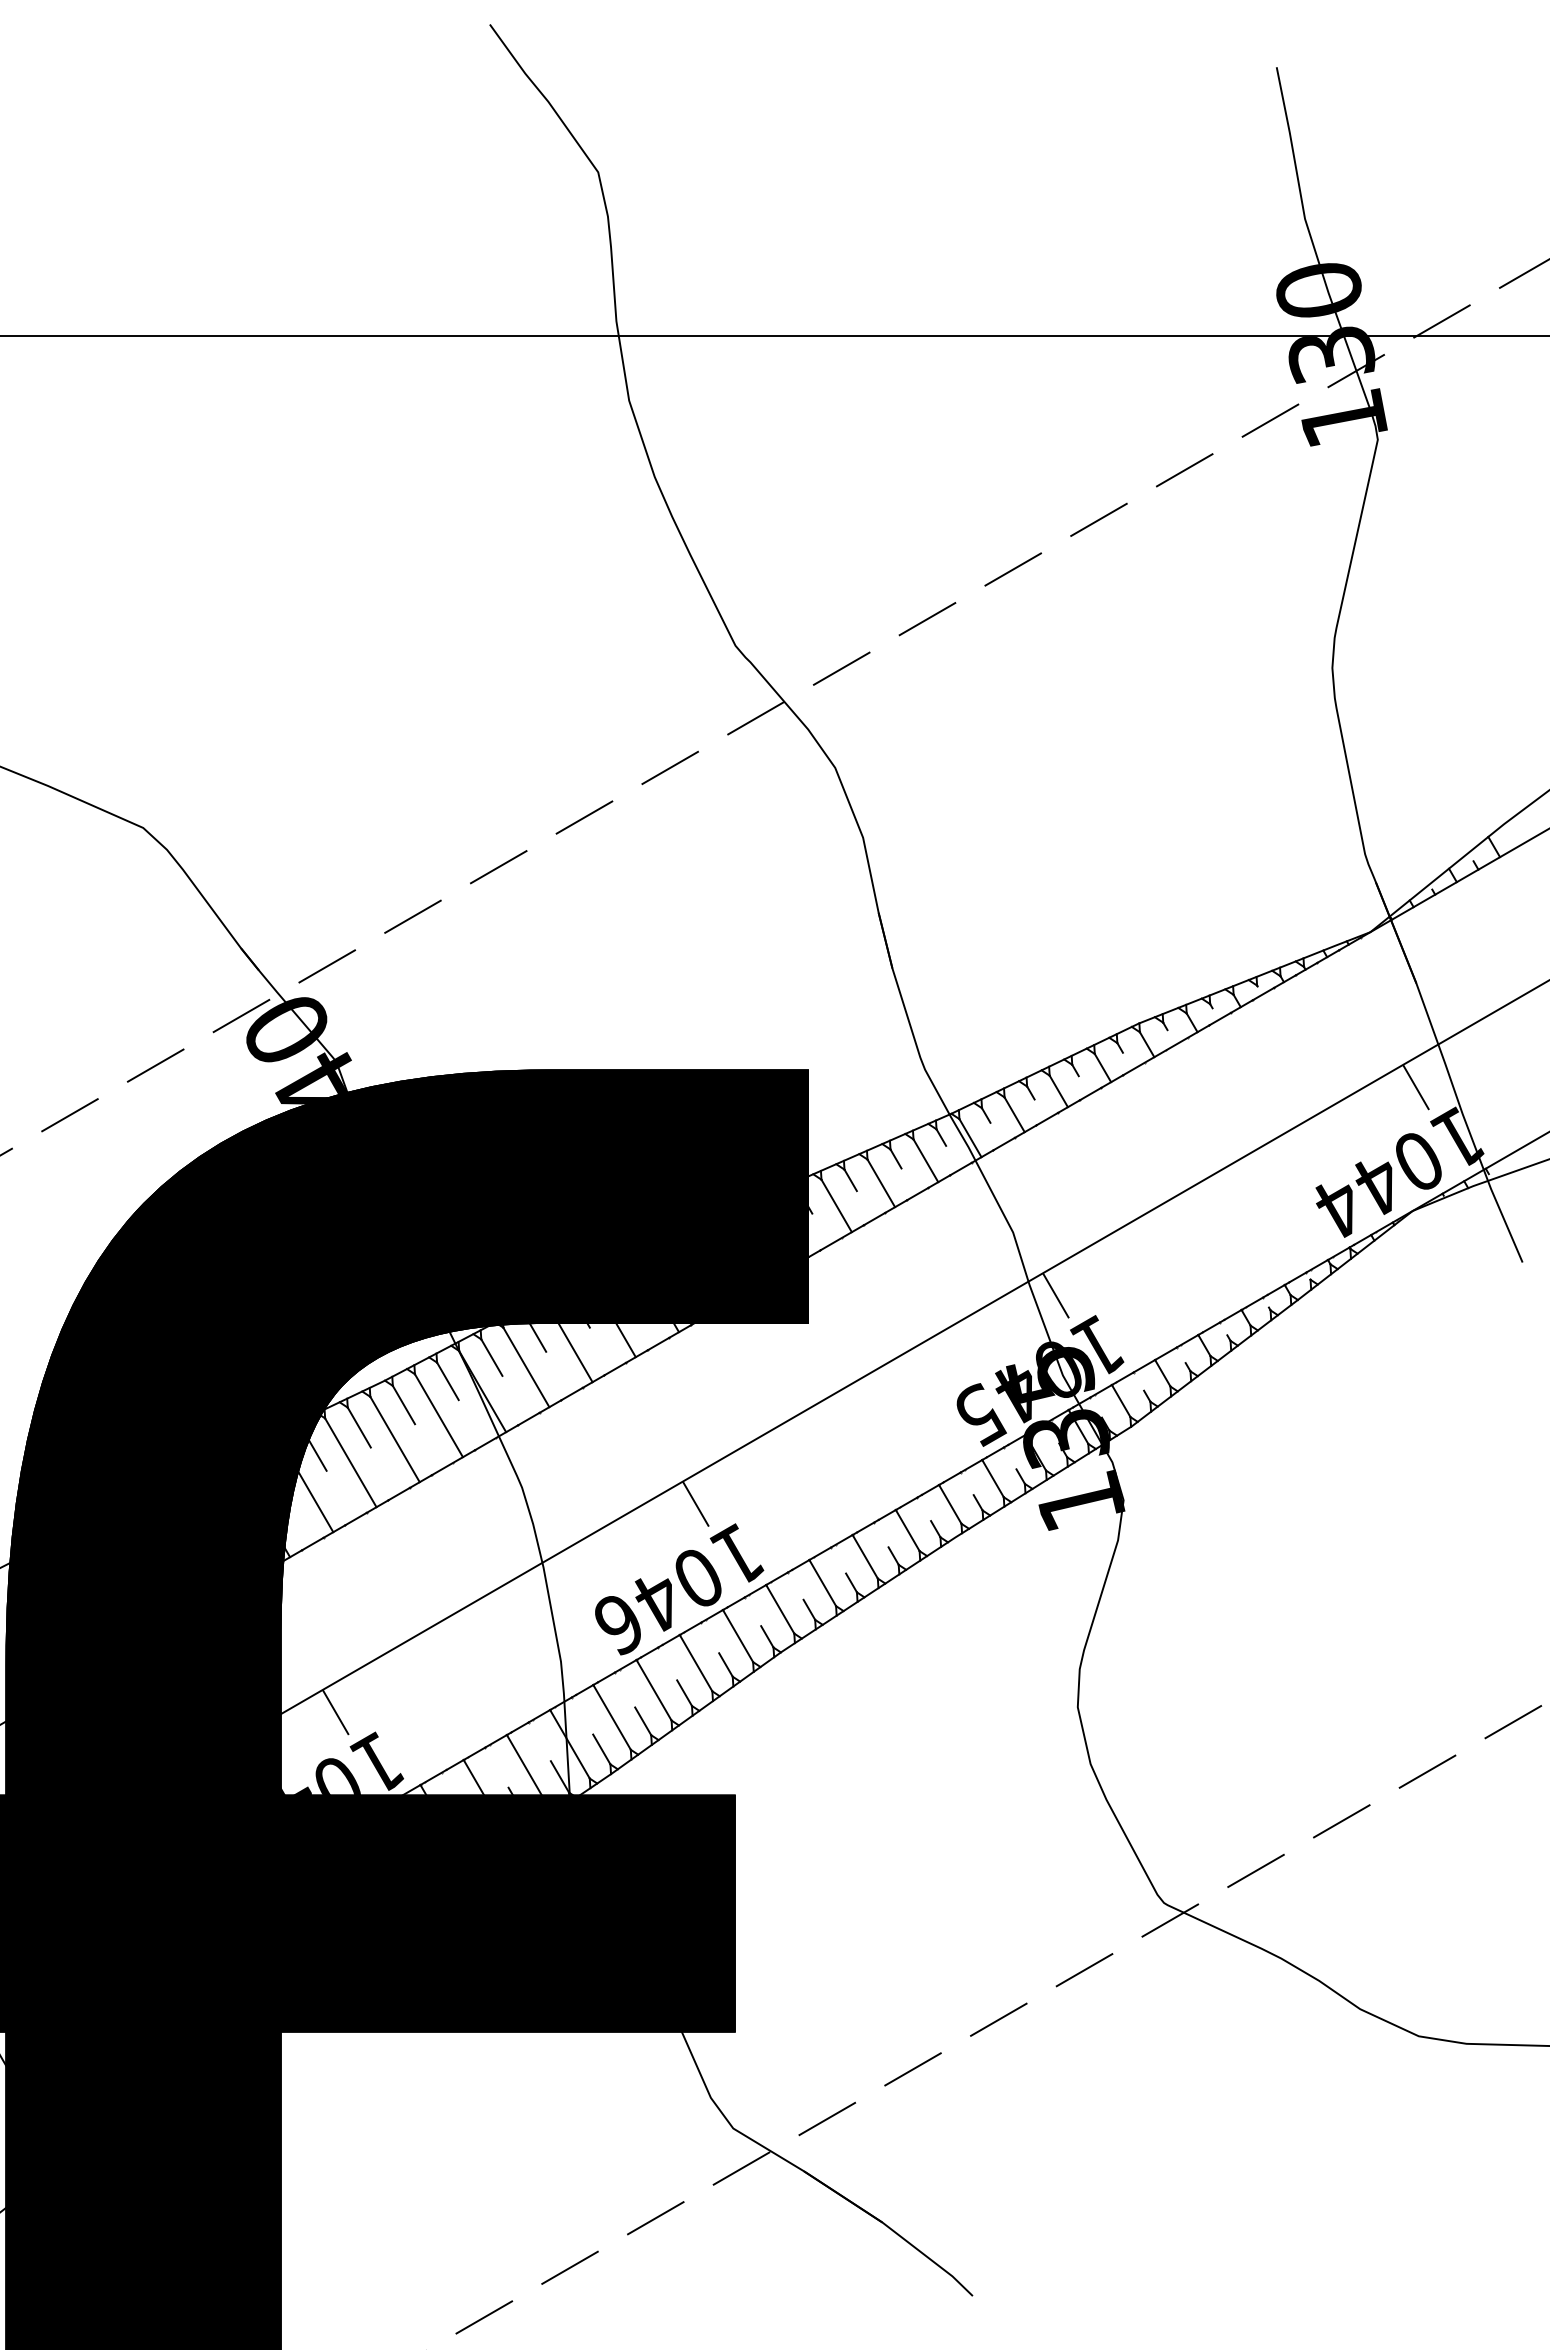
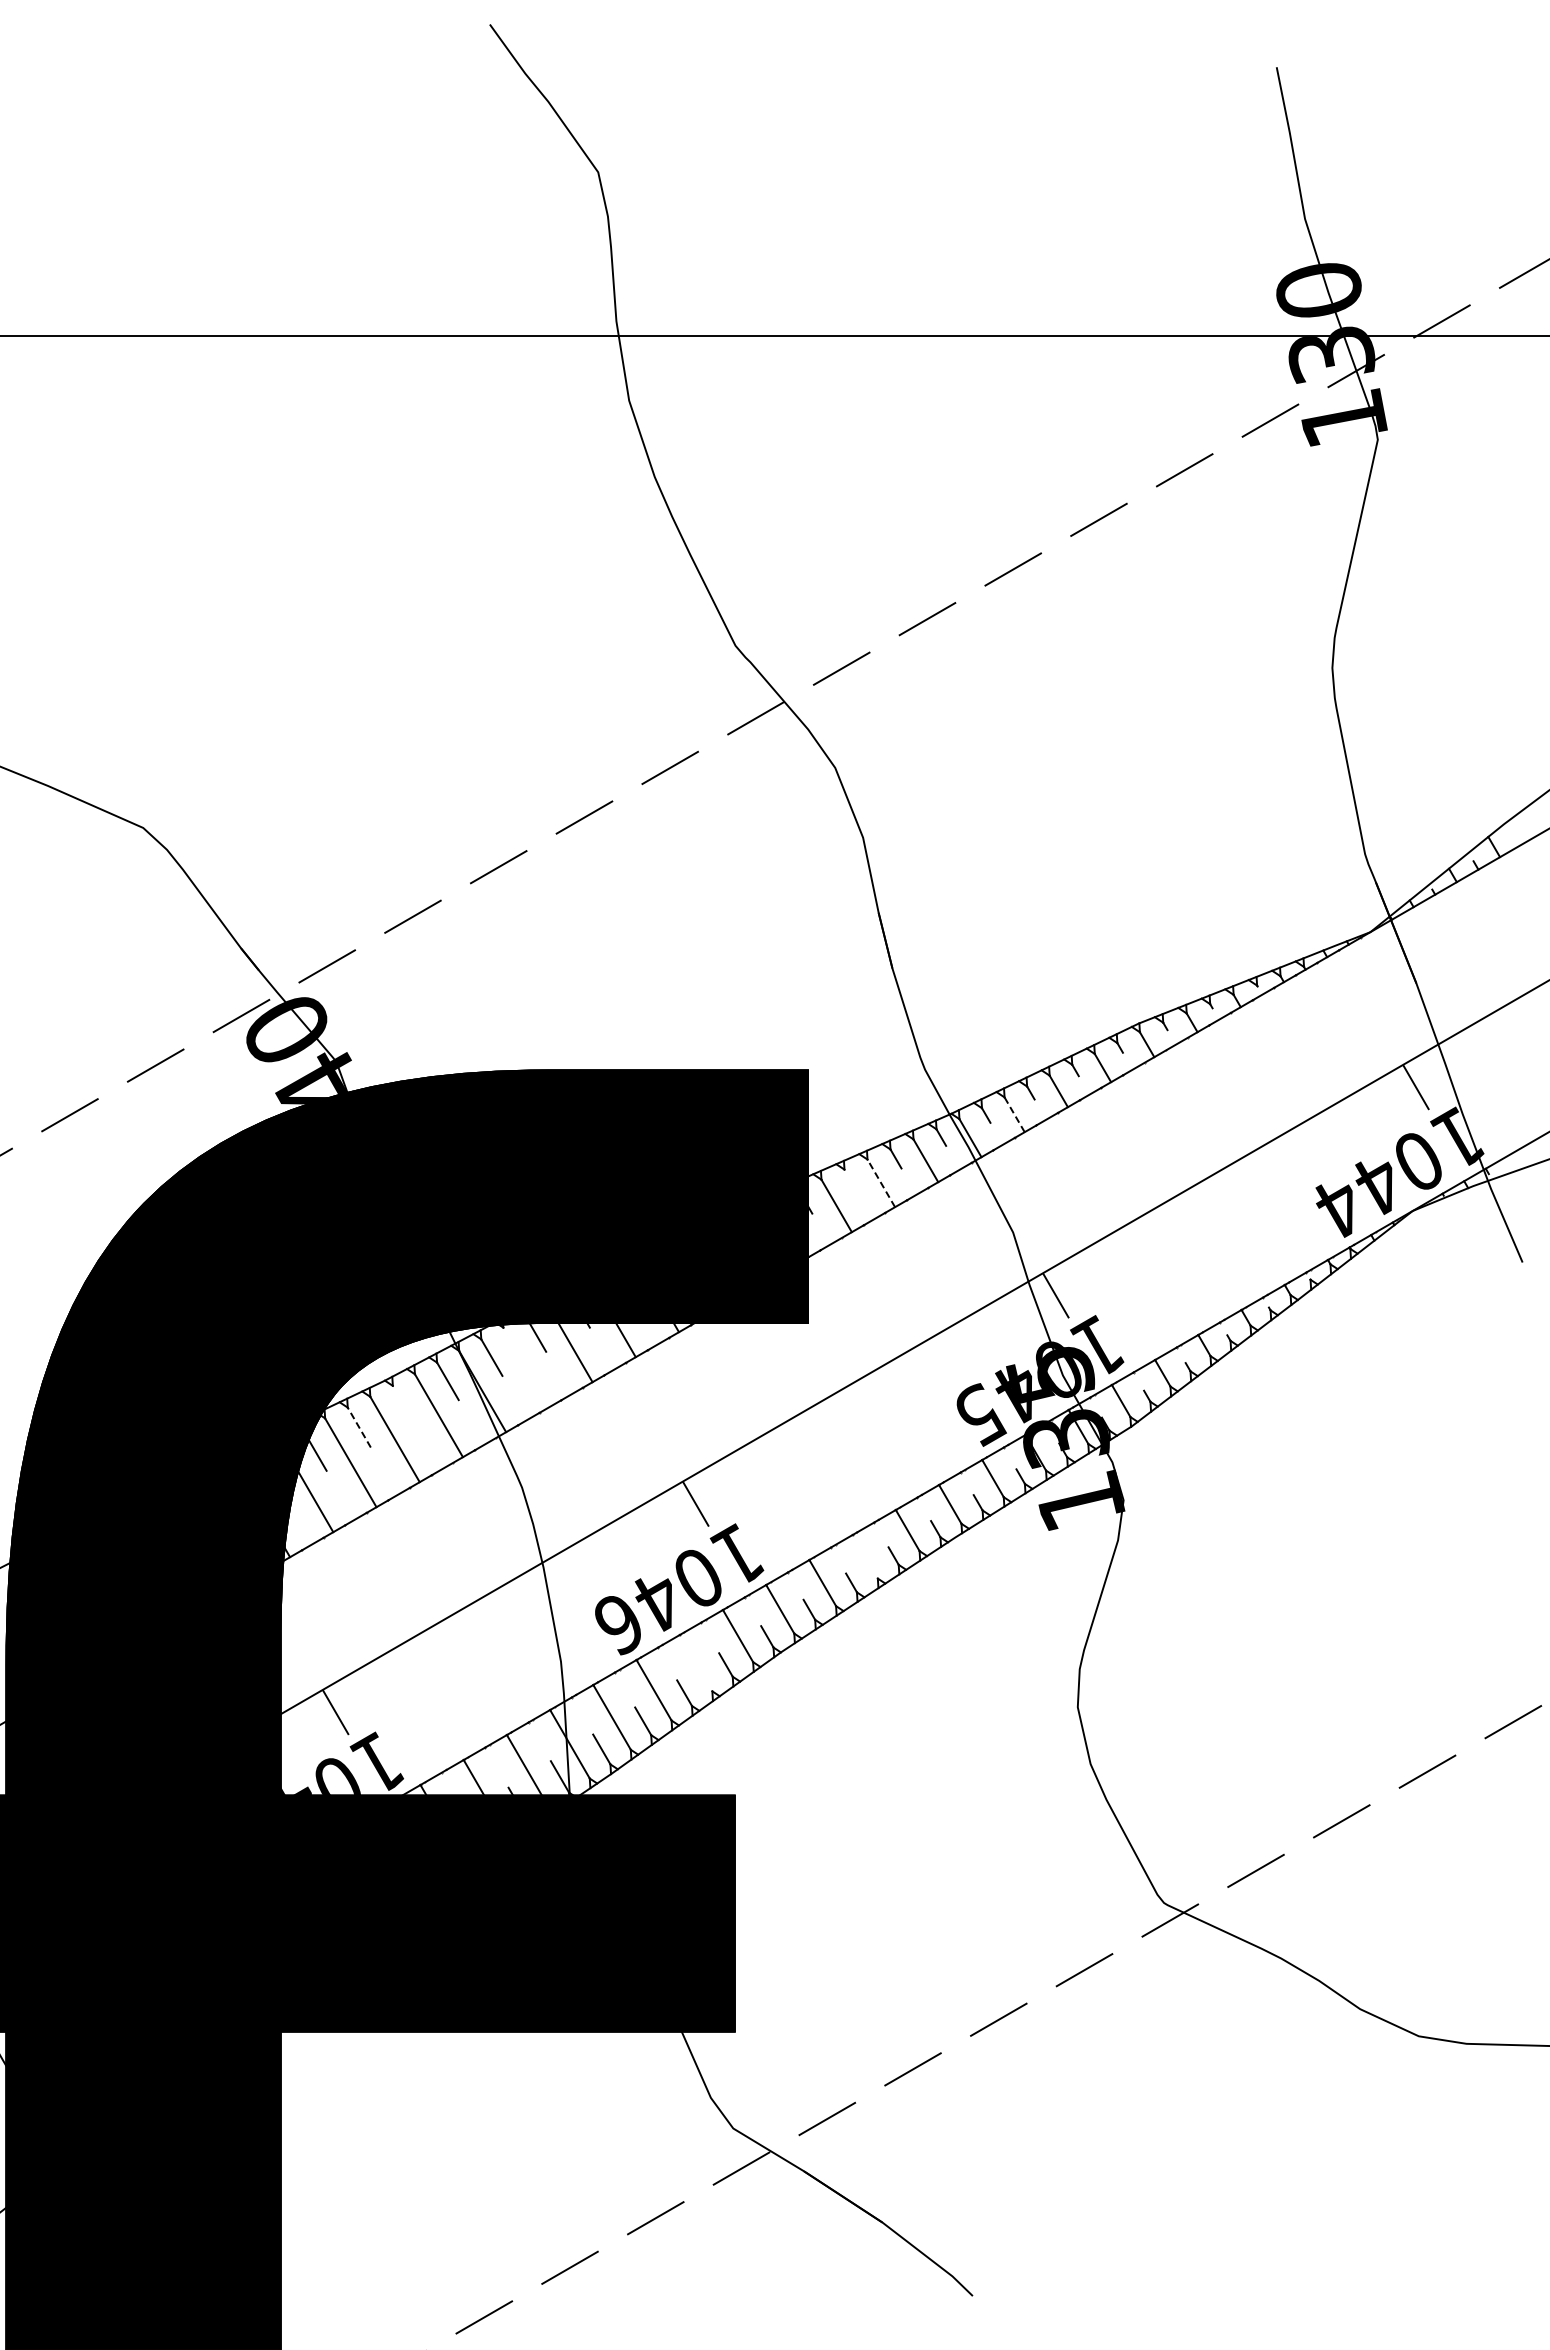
line at (1014, 1114): solid -> dashed
line at (850, 1180): present -> none
line at (881, 1183): solid -> dashed
line at (526, 1367): present -> none
line at (403, 1404): present -> none
line at (359, 1427): solid -> dashed
line at (864, 1556): present -> none
line at (695, 1663): present -> none
